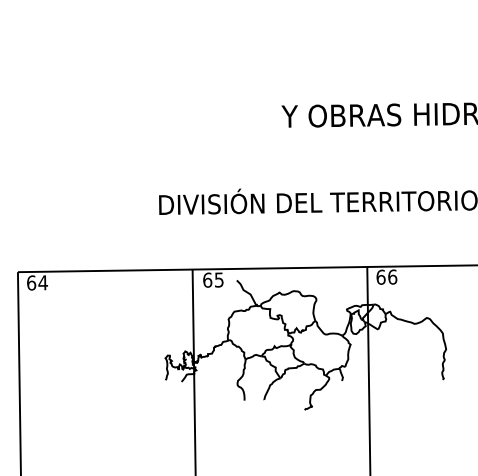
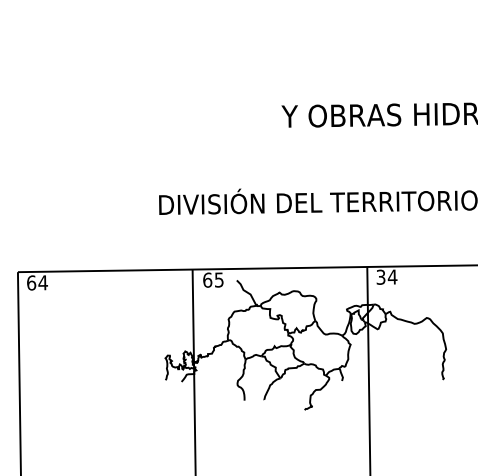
text at (386, 276): 66 -> 34
